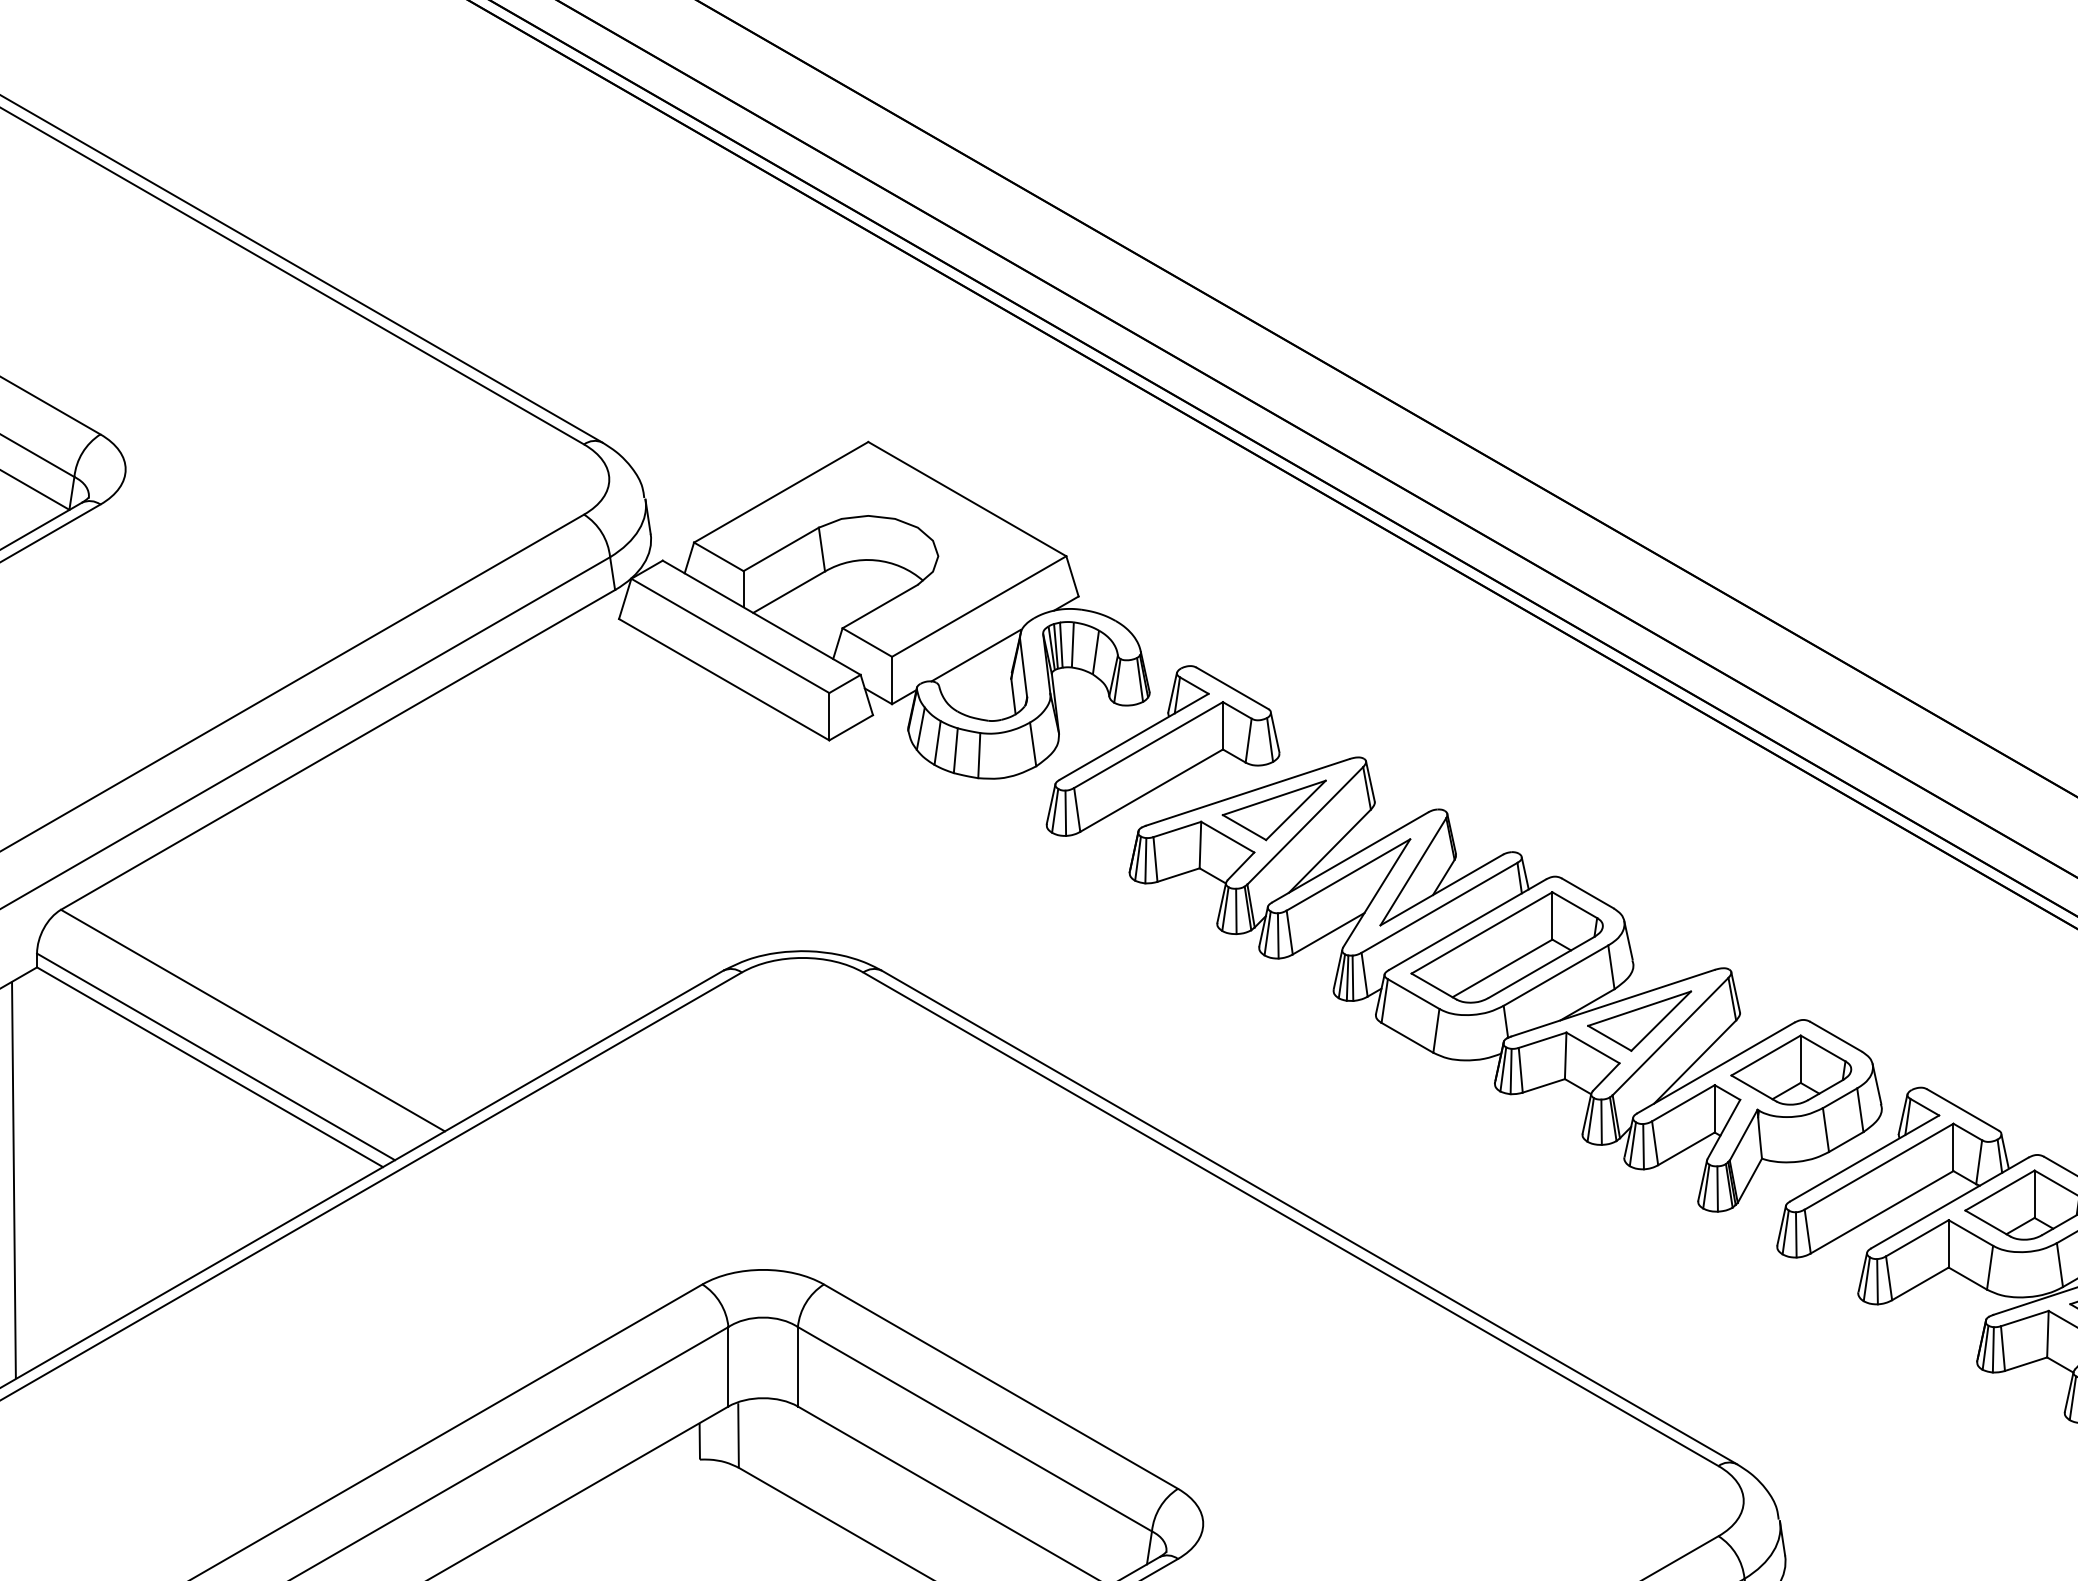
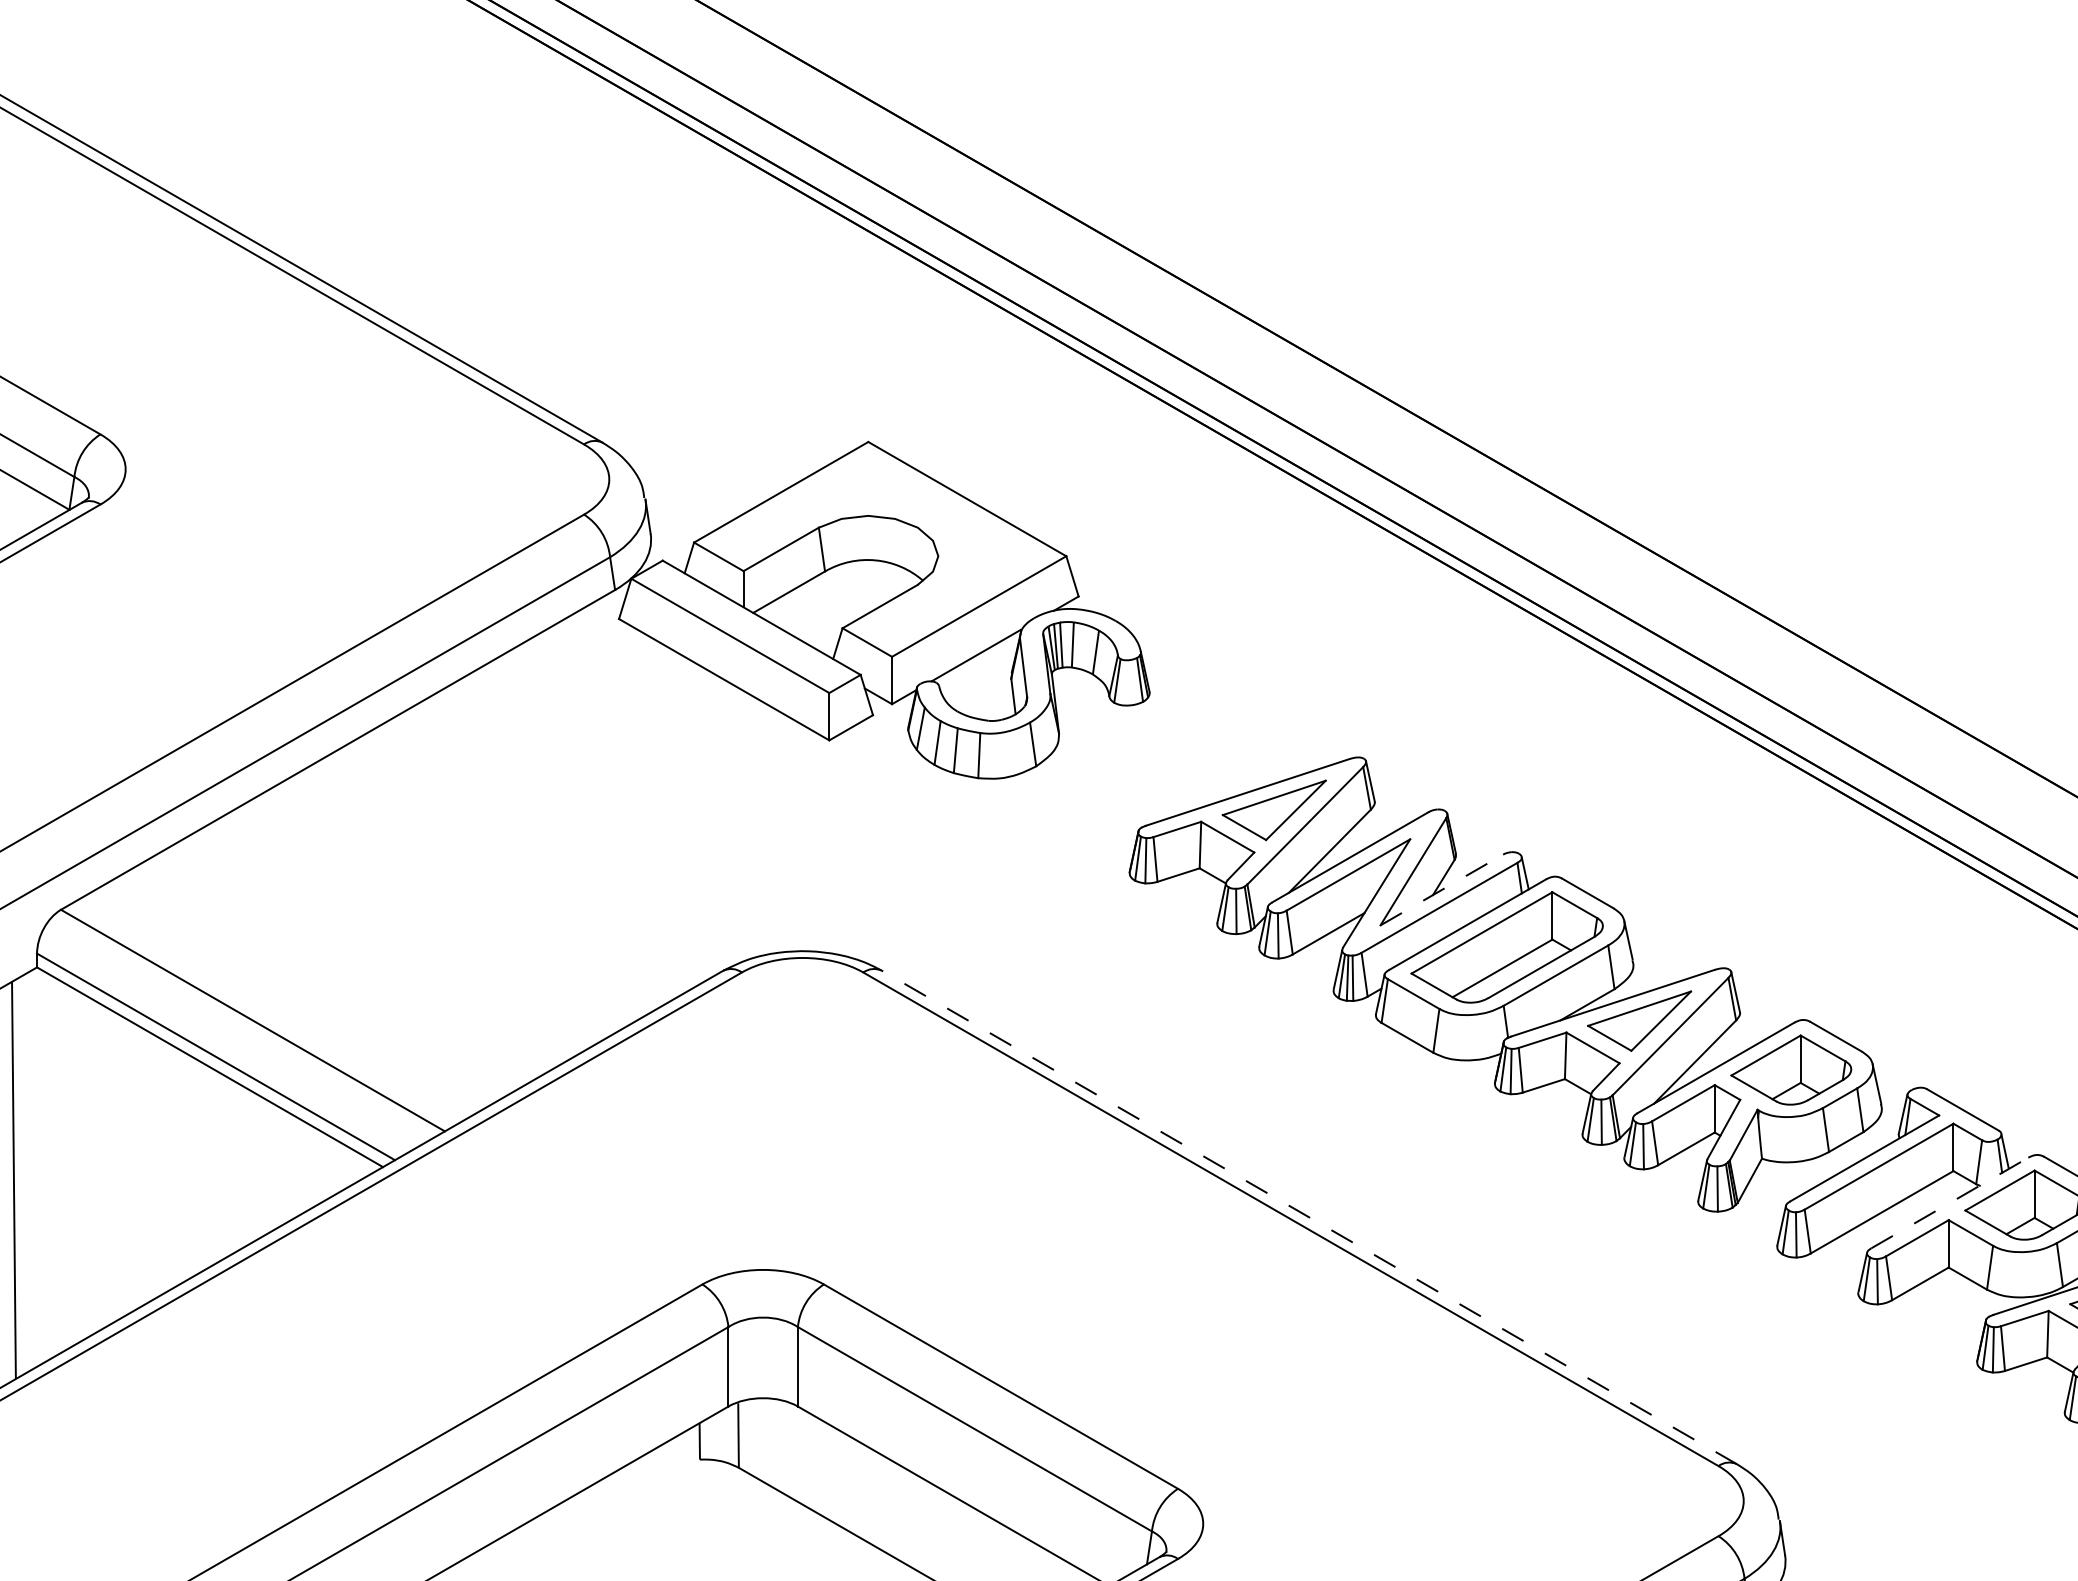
part at (1162, 750): present -> none
line at (1441, 889): solid -> dashed
line at (1949, 1202): solid -> dashed
line at (1309, 1217): solid -> dashed
